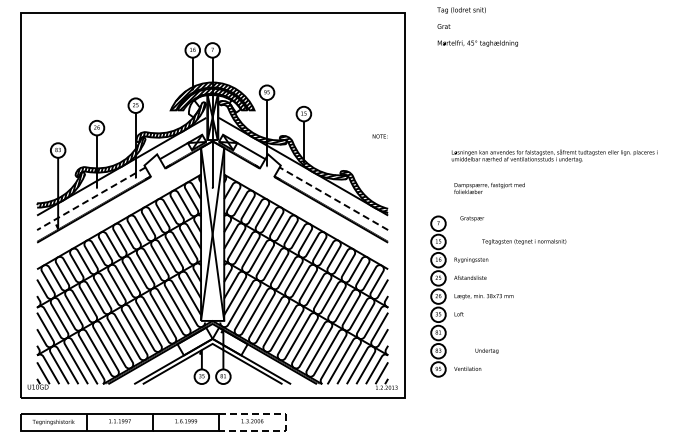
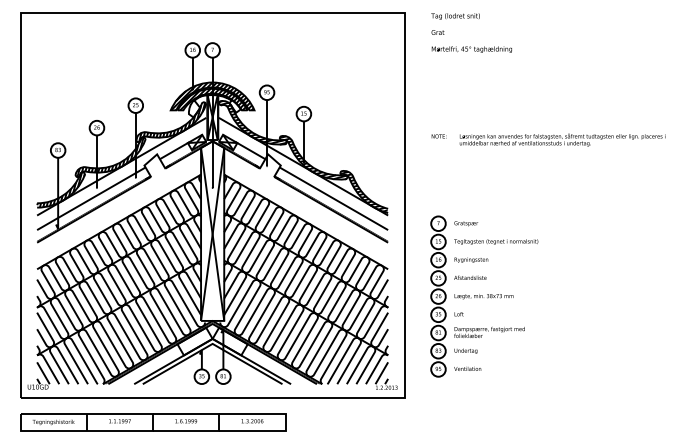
text at (477, 26) position: (477, 26) -> (471, 32)
text at (379, 136) position: (379, 136) -> (438, 136)
text at (554, 155) position: (554, 155) -> (562, 139)
text at (489, 187) position: (489, 187) -> (489, 331)
line at (91, 198): dashed -> solid
line at (333, 198): dashed -> solid
text at (472, 218) position: (472, 218) -> (466, 223)
text at (524, 241) position: (524, 241) -> (496, 241)
text at (486, 350) position: (486, 350) -> (465, 350)
line at (285, 422): dashed -> solid
